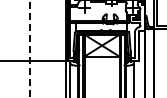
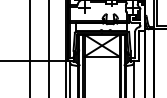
line at (49, 48): none -> present
line at (29, 49): dashed -> solid
